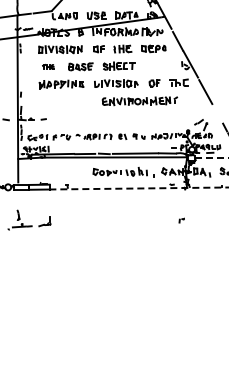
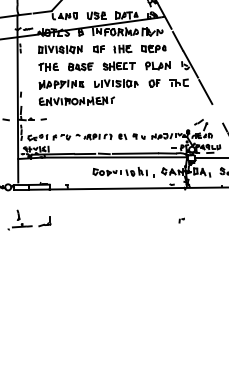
part at (157, 65): none -> present
part at (48, 66) size: 13x6 px -> 21x10 px
part at (139, 101) position: (139, 101) -> (76, 101)
line at (212, 157): dashed -> solid
line at (139, 188): dashed -> solid
